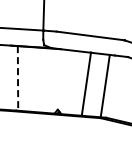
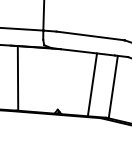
line at (18, 78): dashed -> solid
line at (86, 83) position: (86, 83) -> (92, 84)
line at (104, 85) position: (104, 85) -> (112, 86)
